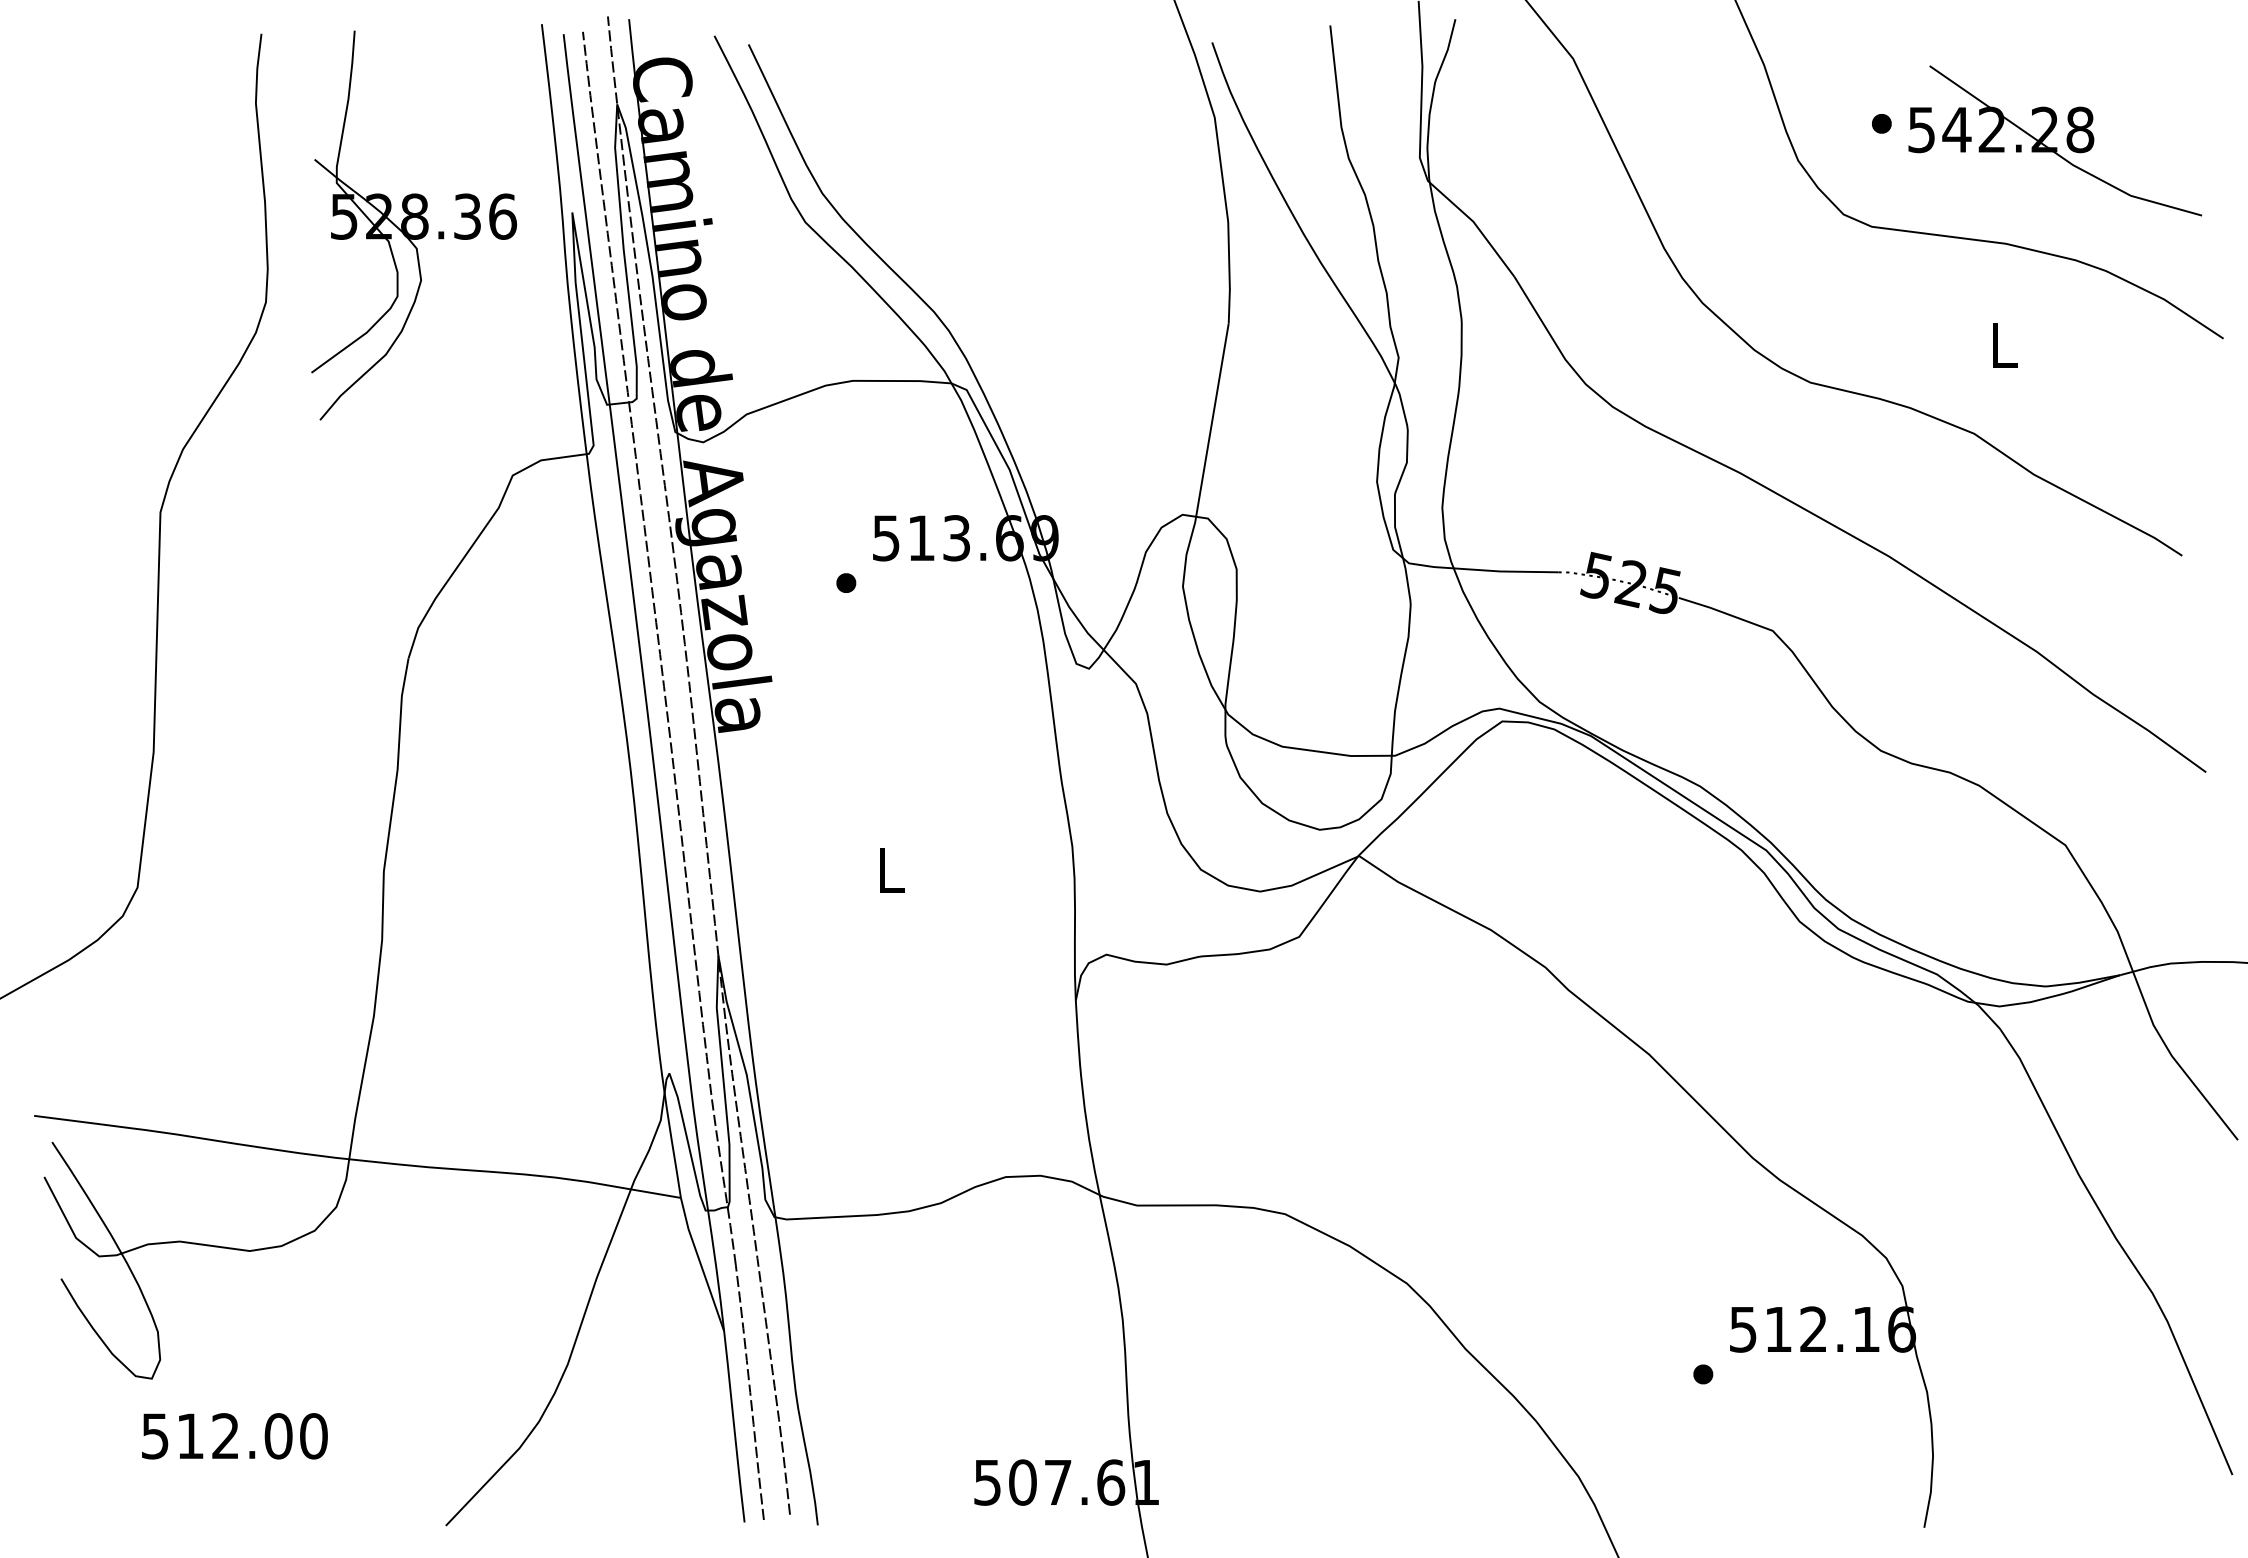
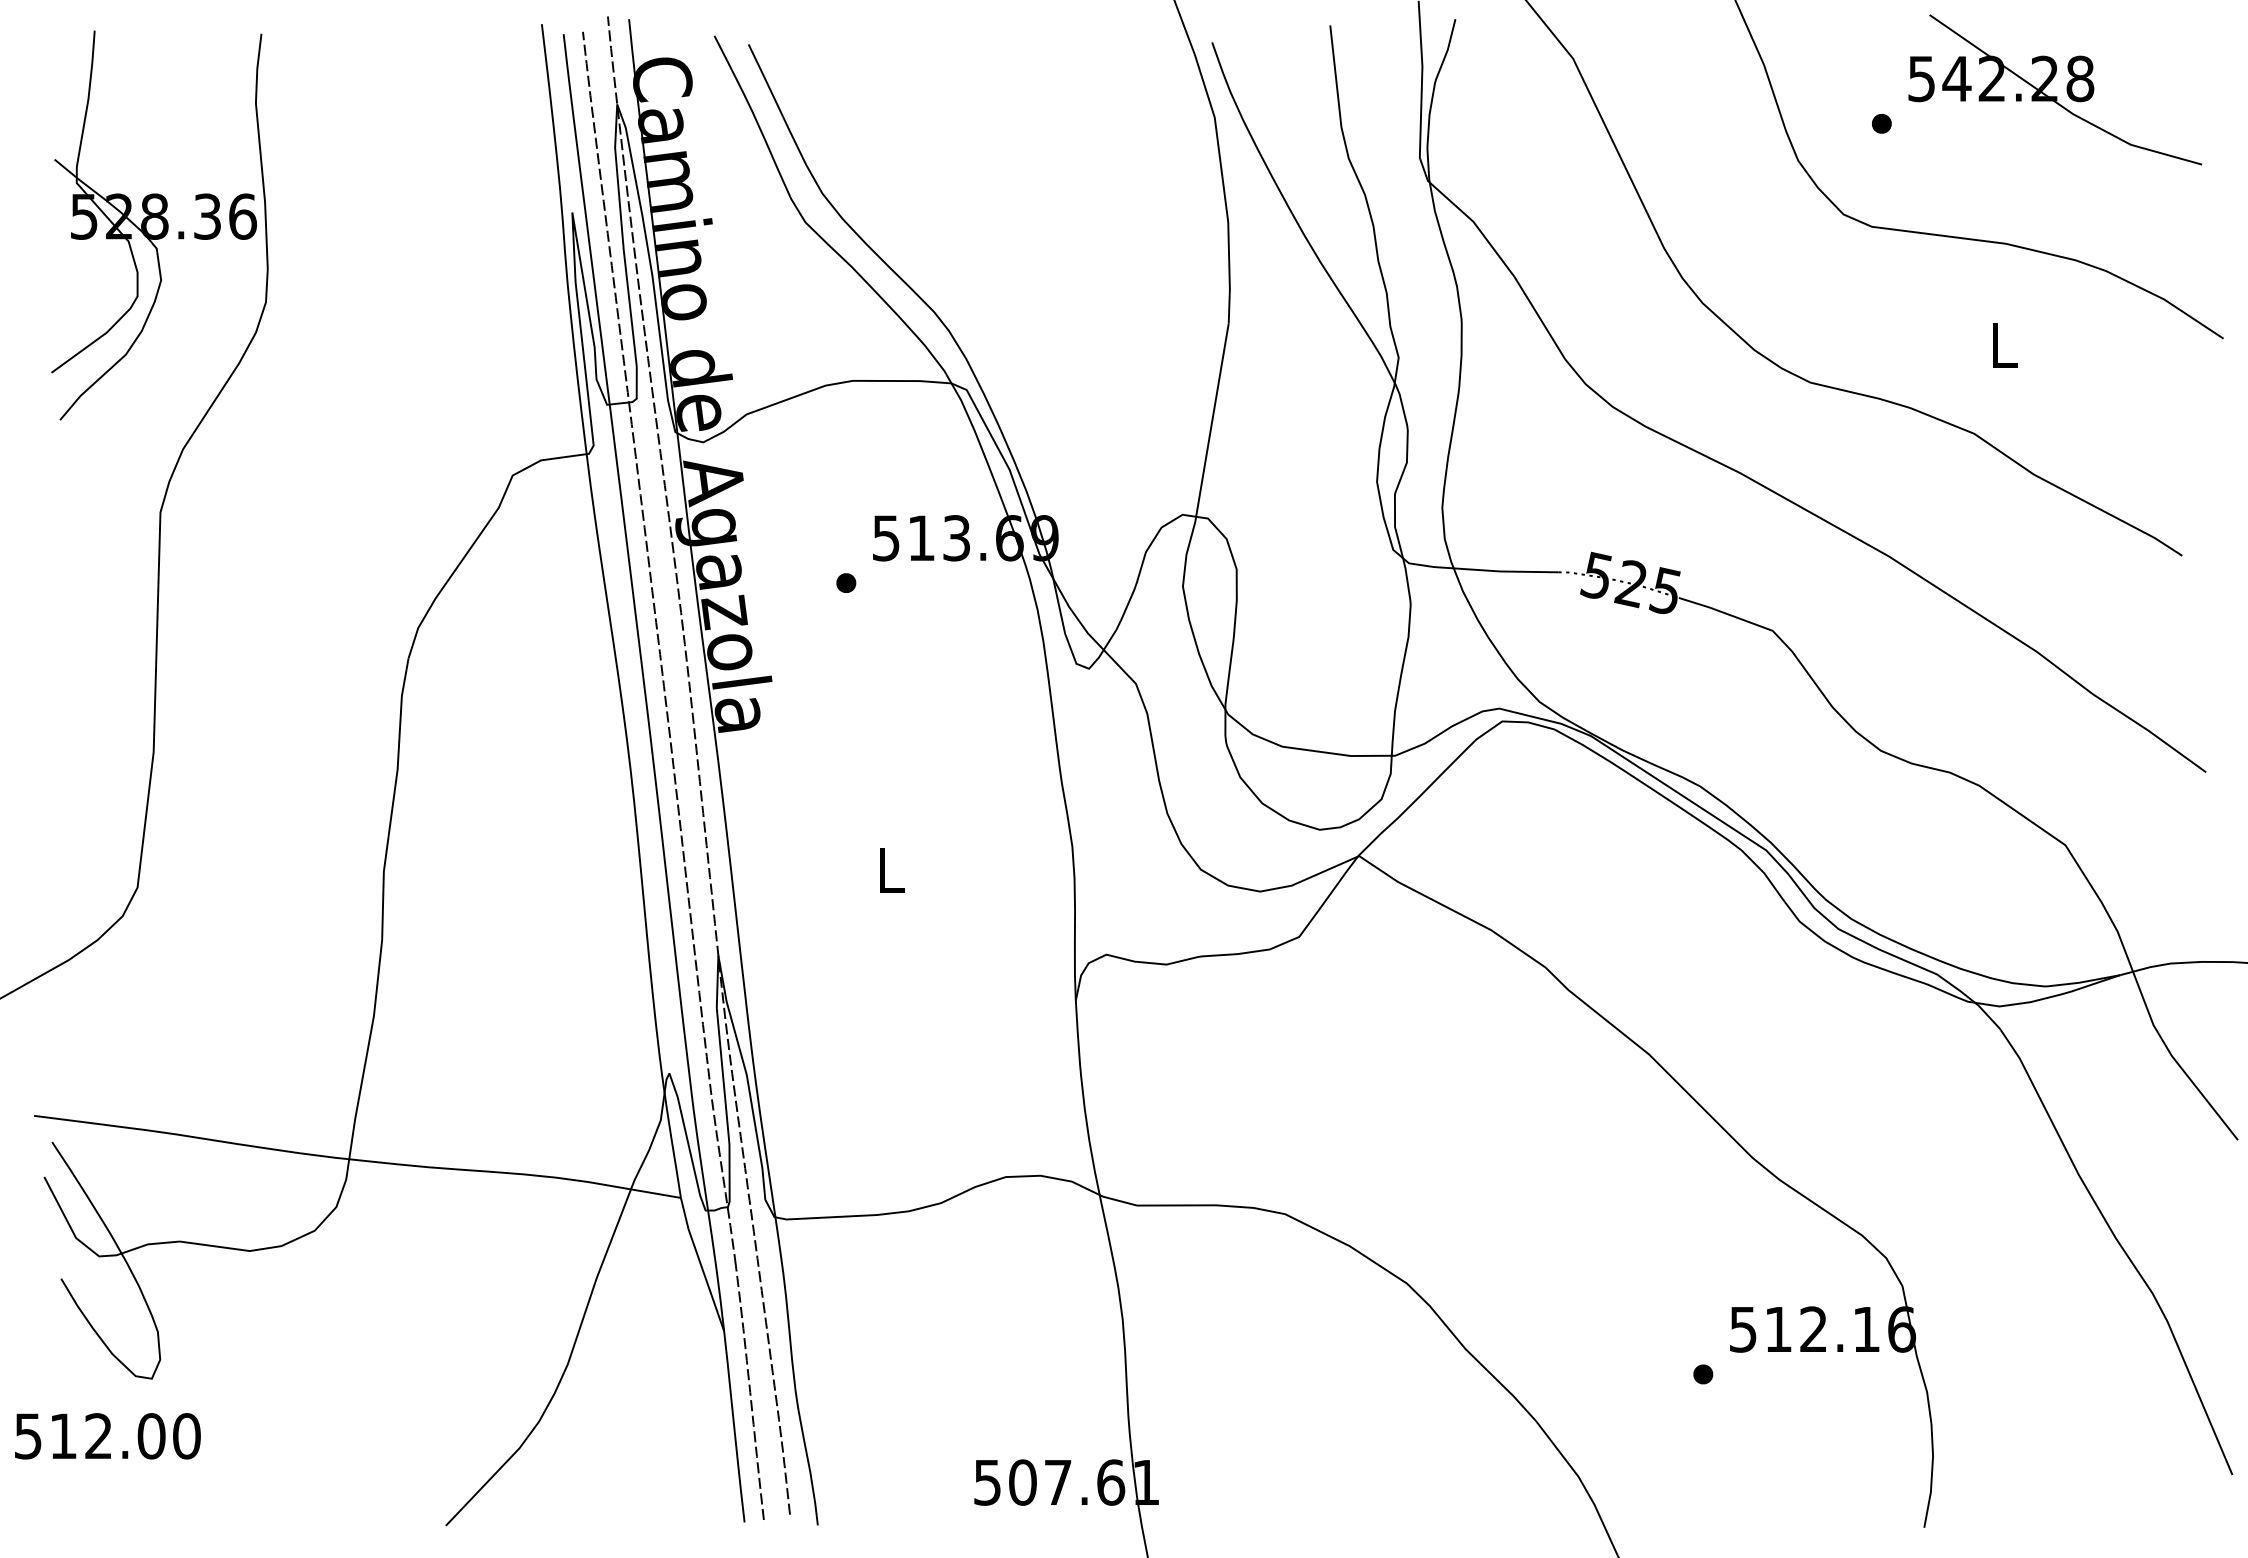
part at (2055, 147) position: (2055, 147) -> (2055, 96)
part at (413, 225) position: (413, 225) -> (153, 225)
text at (234, 1436) position: (234, 1436) -> (107, 1436)
